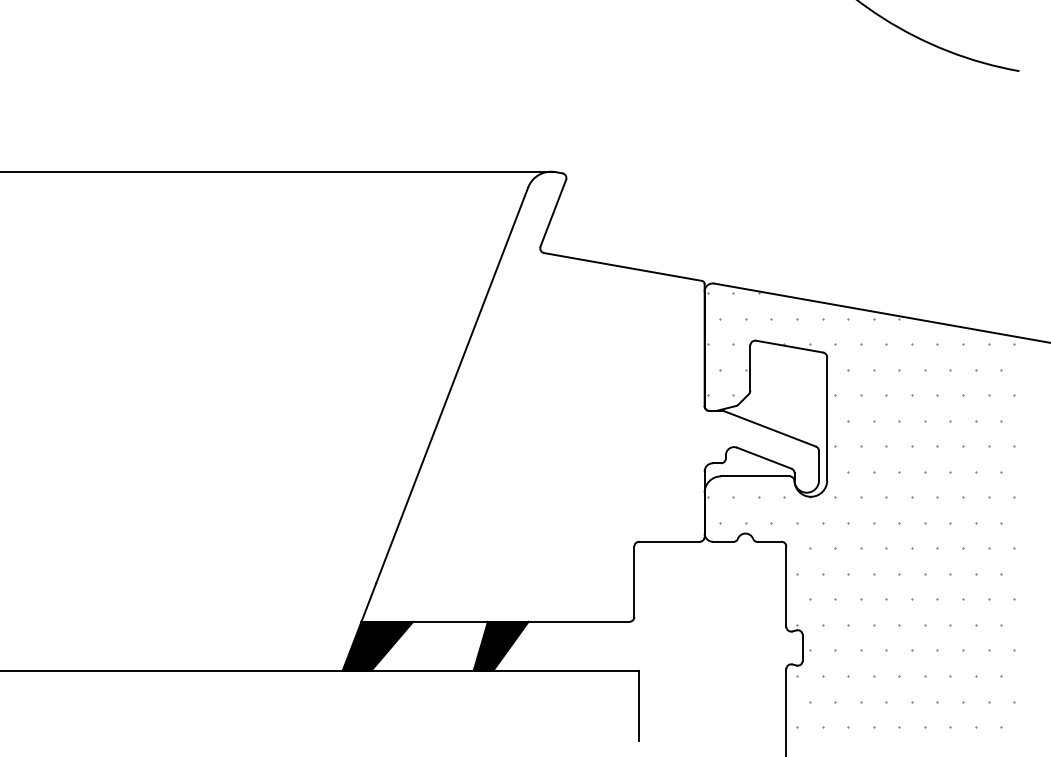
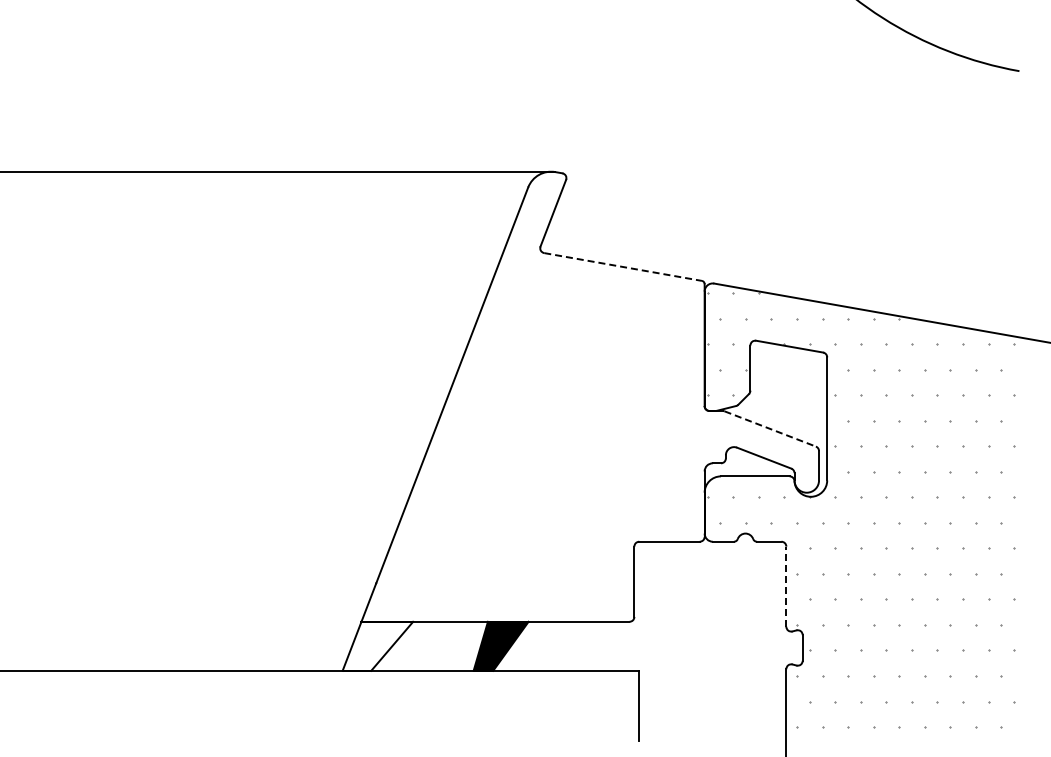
line at (623, 267): solid -> dashed
line at (770, 428): solid -> dashed
line at (786, 586): solid -> dashed
fill at (377, 645): present -> none
